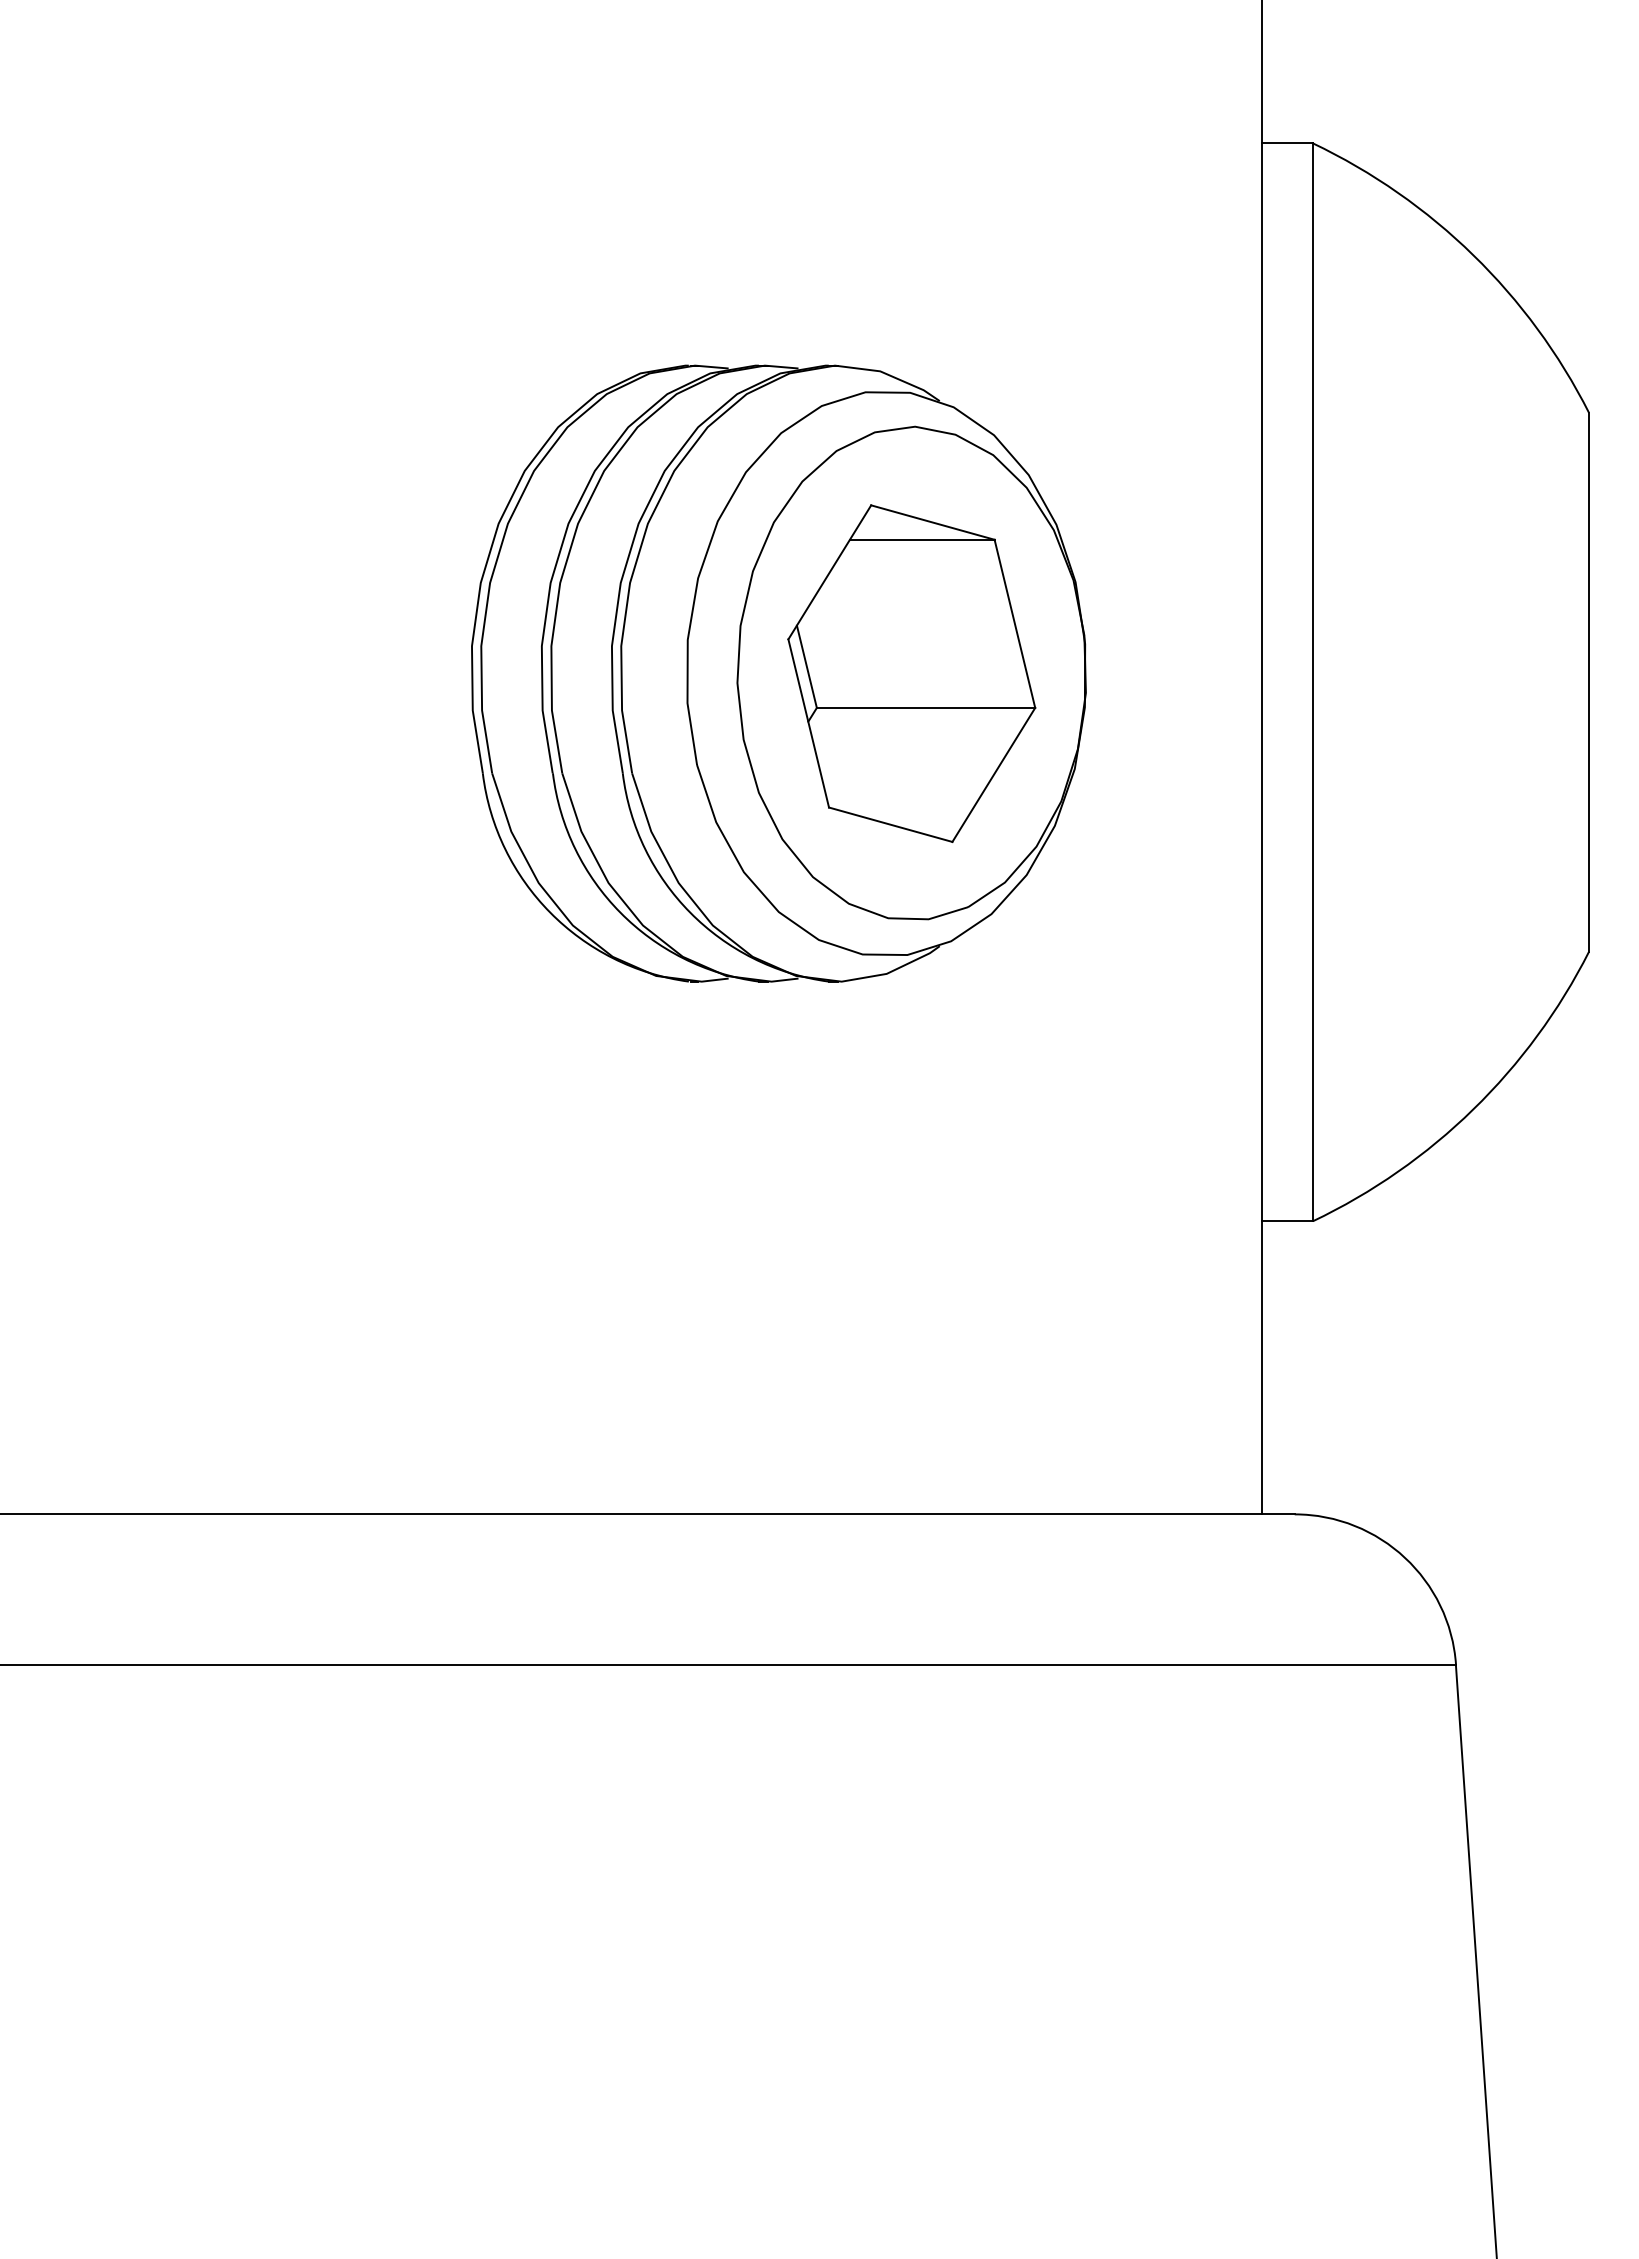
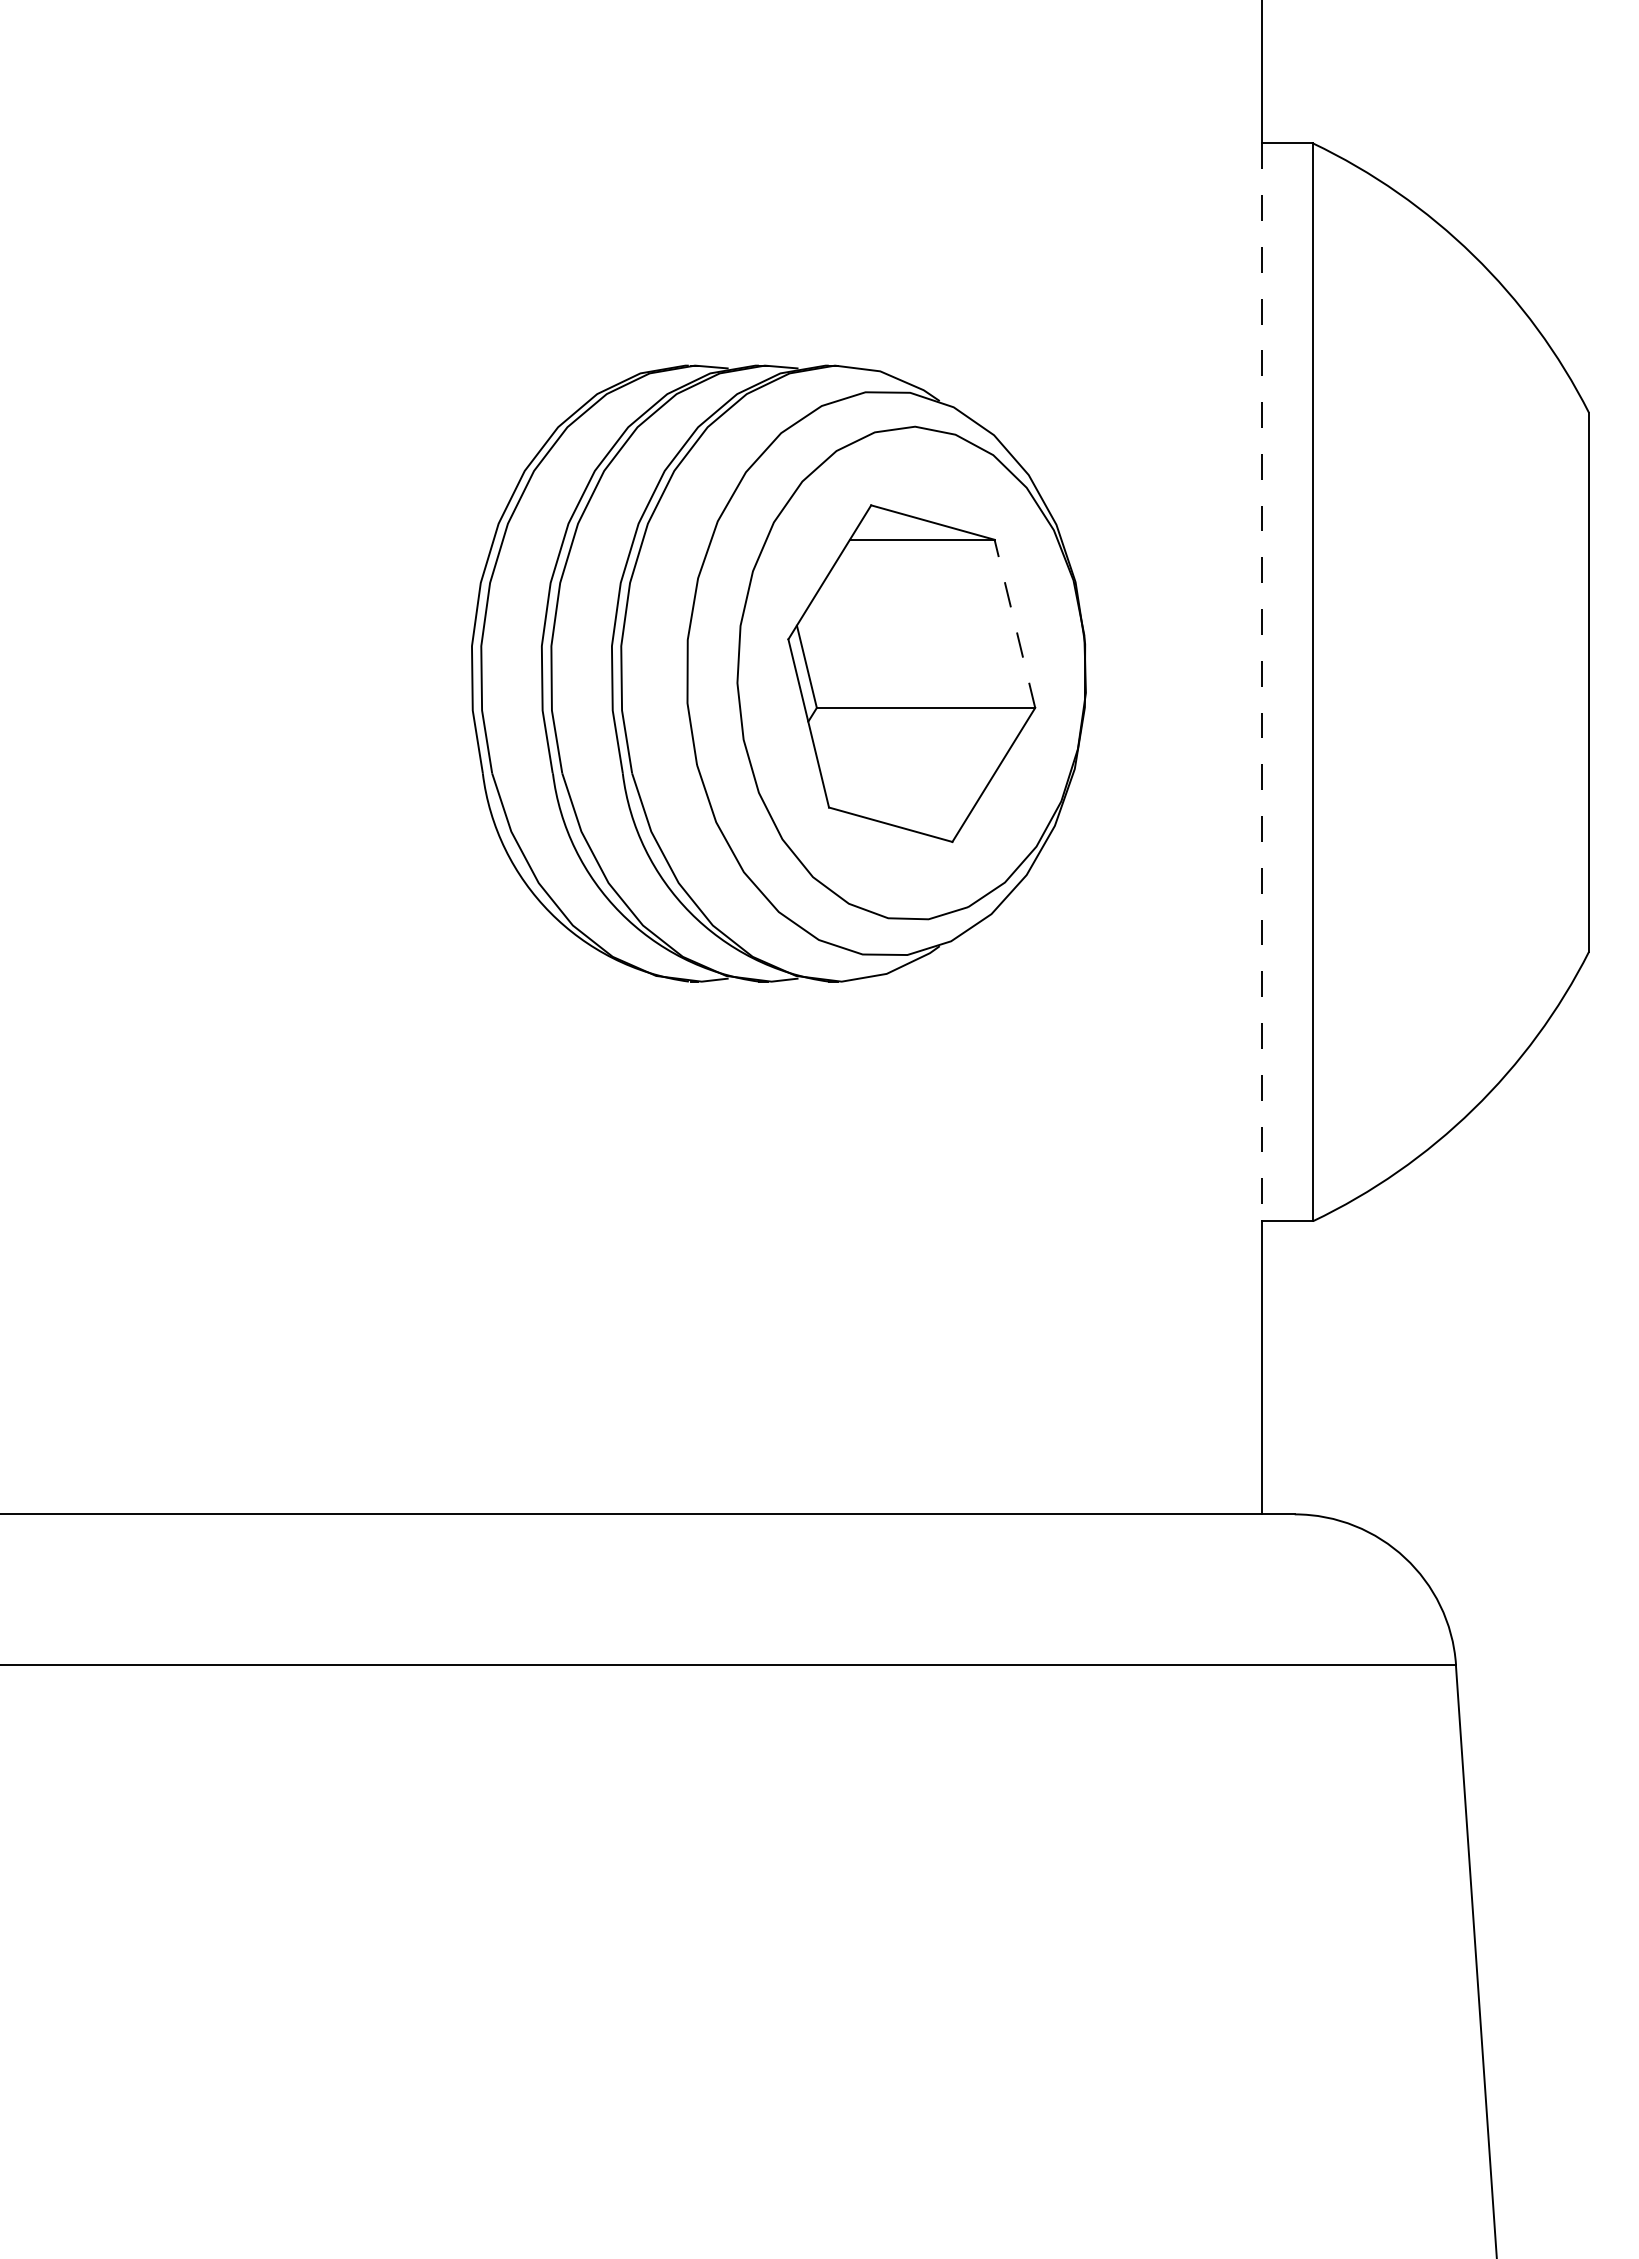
line at (1014, 623): solid -> dashed
line at (1262, 682): solid -> dashed
